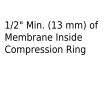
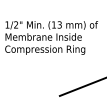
line at (82, 86): none -> present
